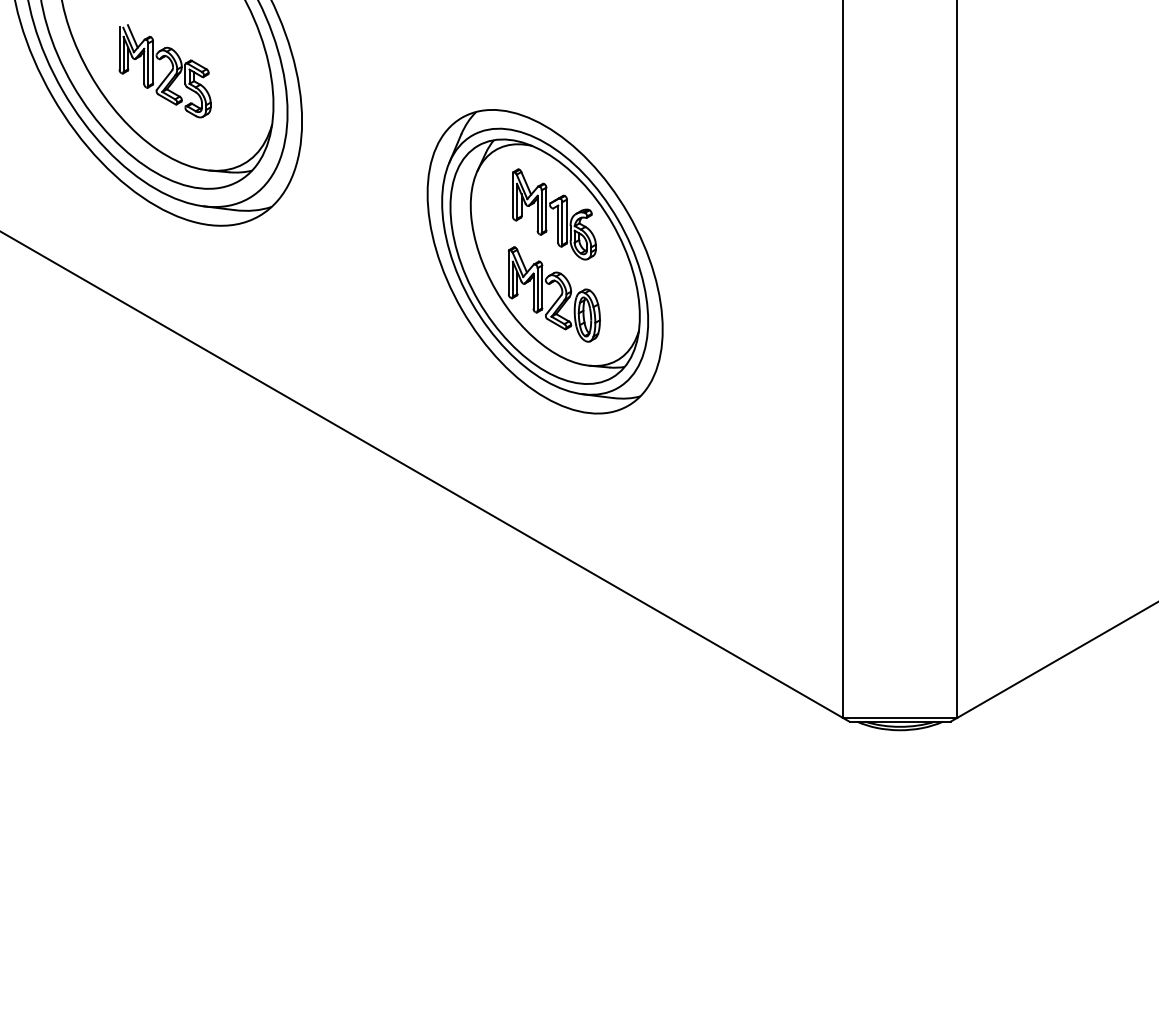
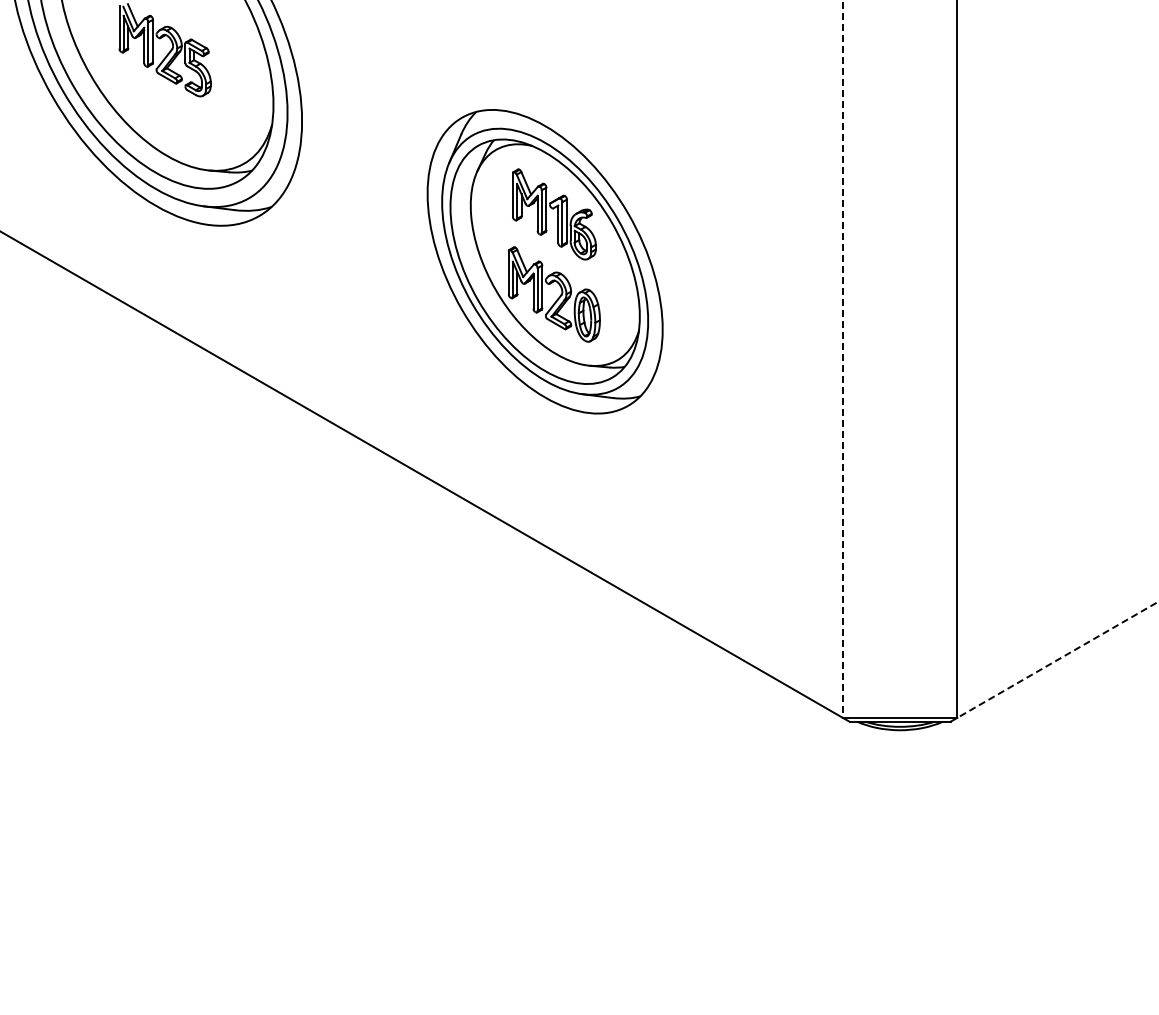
part at (164, 71) position: (164, 71) -> (164, 50)
line at (842, 359): solid -> dashed
line at (1057, 659): solid -> dashed
